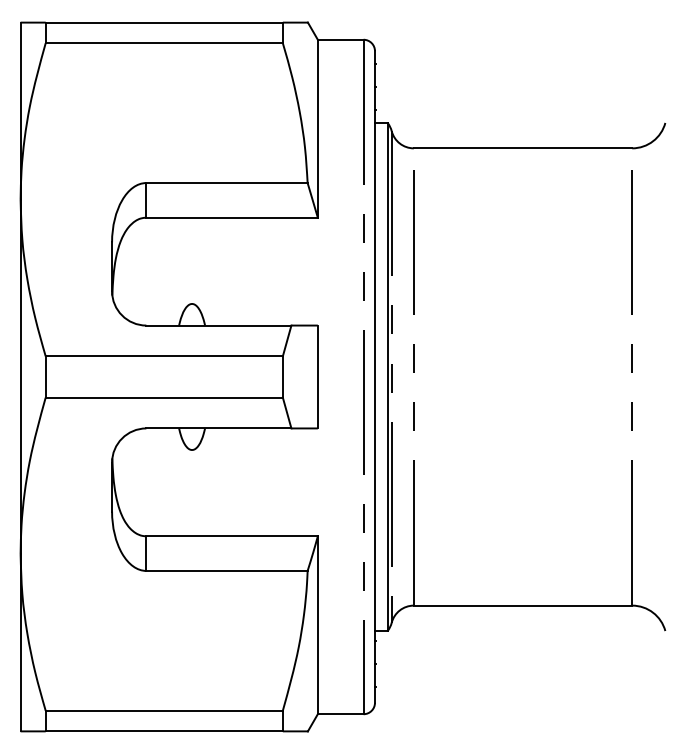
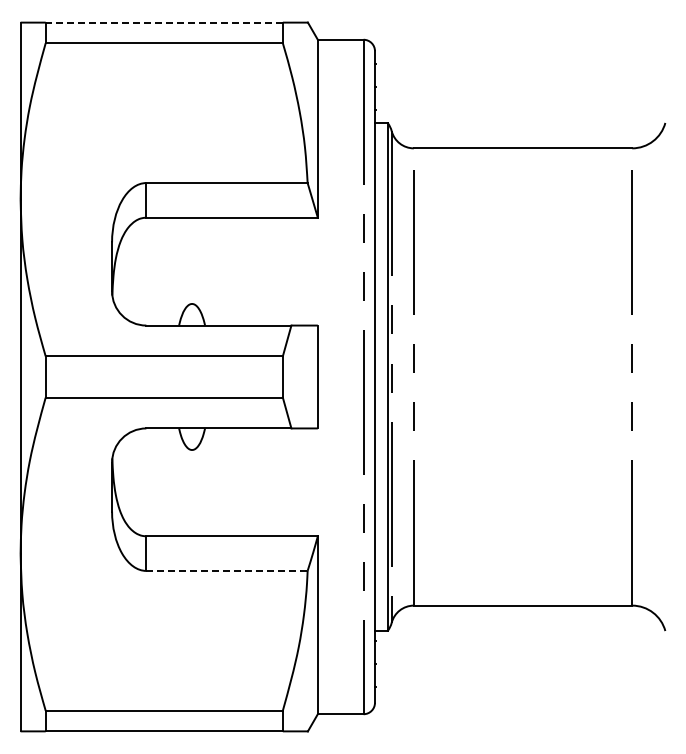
line at (164, 22): solid -> dashed
line at (227, 570): solid -> dashed
